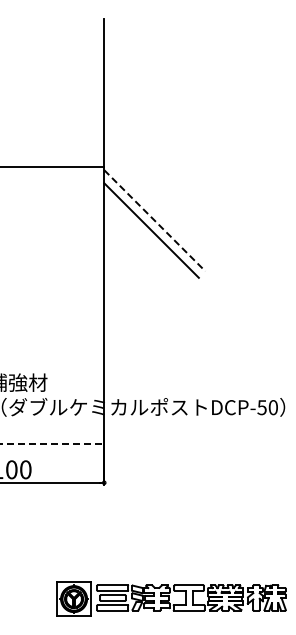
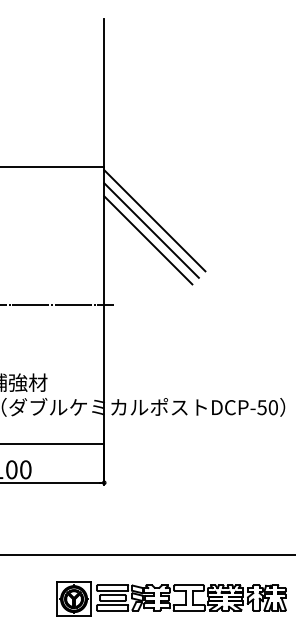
line at (154, 220): dashed -> solid
line at (148, 240): none -> present
line at (57, 305): none -> present
line at (52, 444): dashed -> solid
line at (147, 554): none -> present
